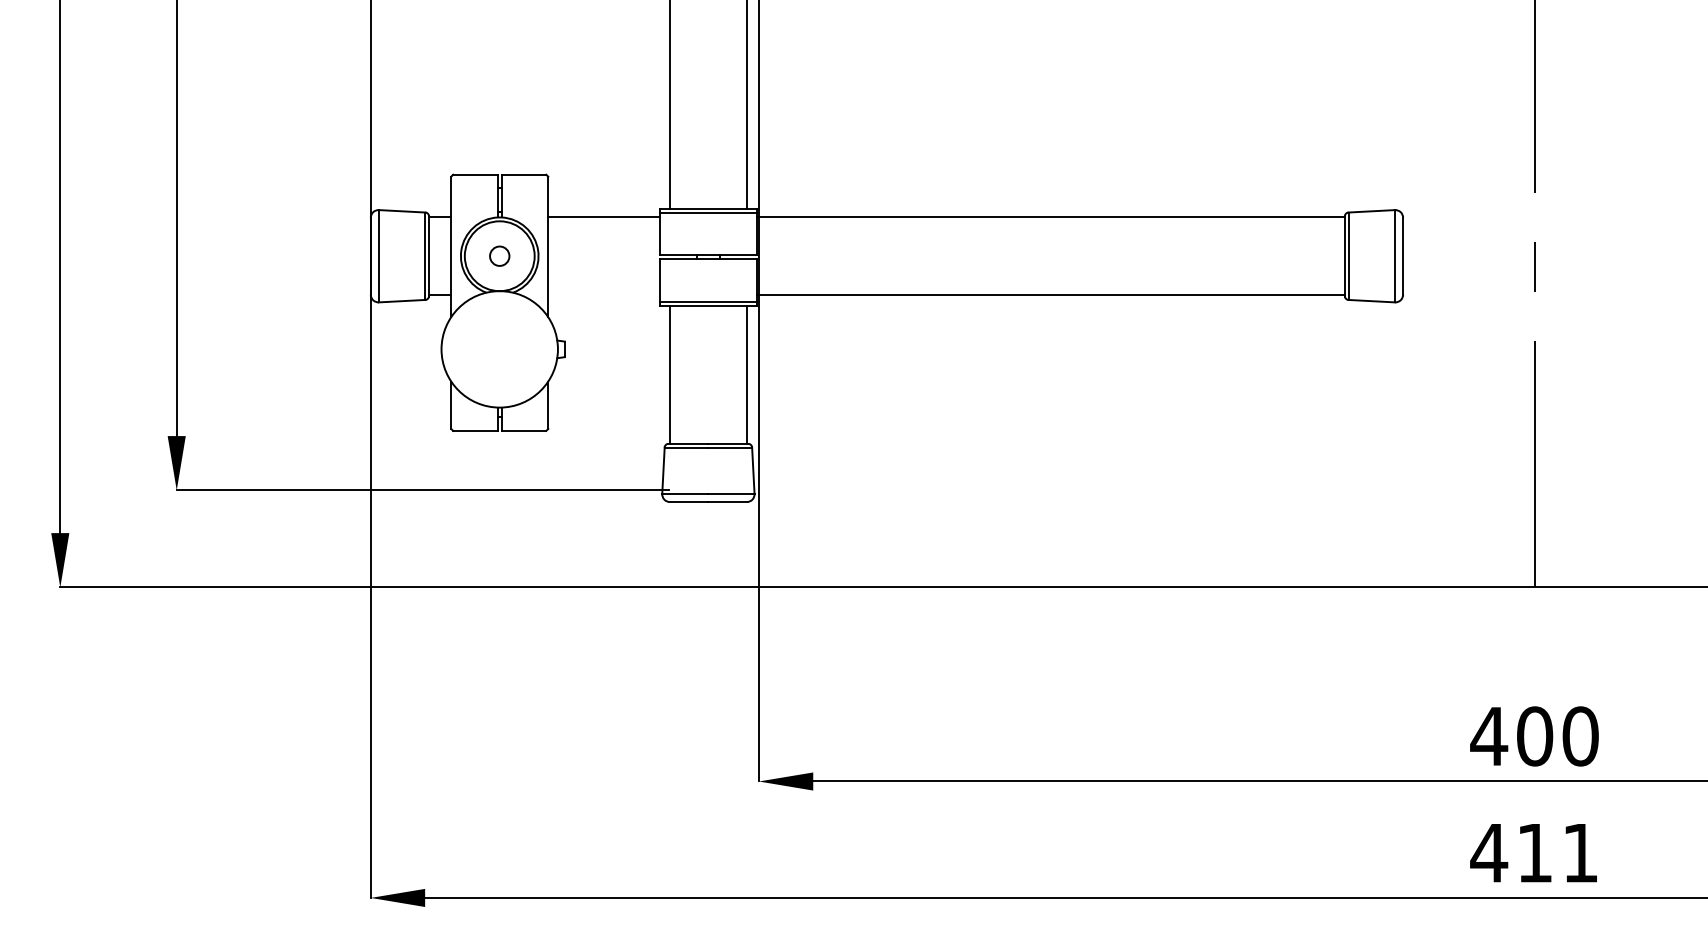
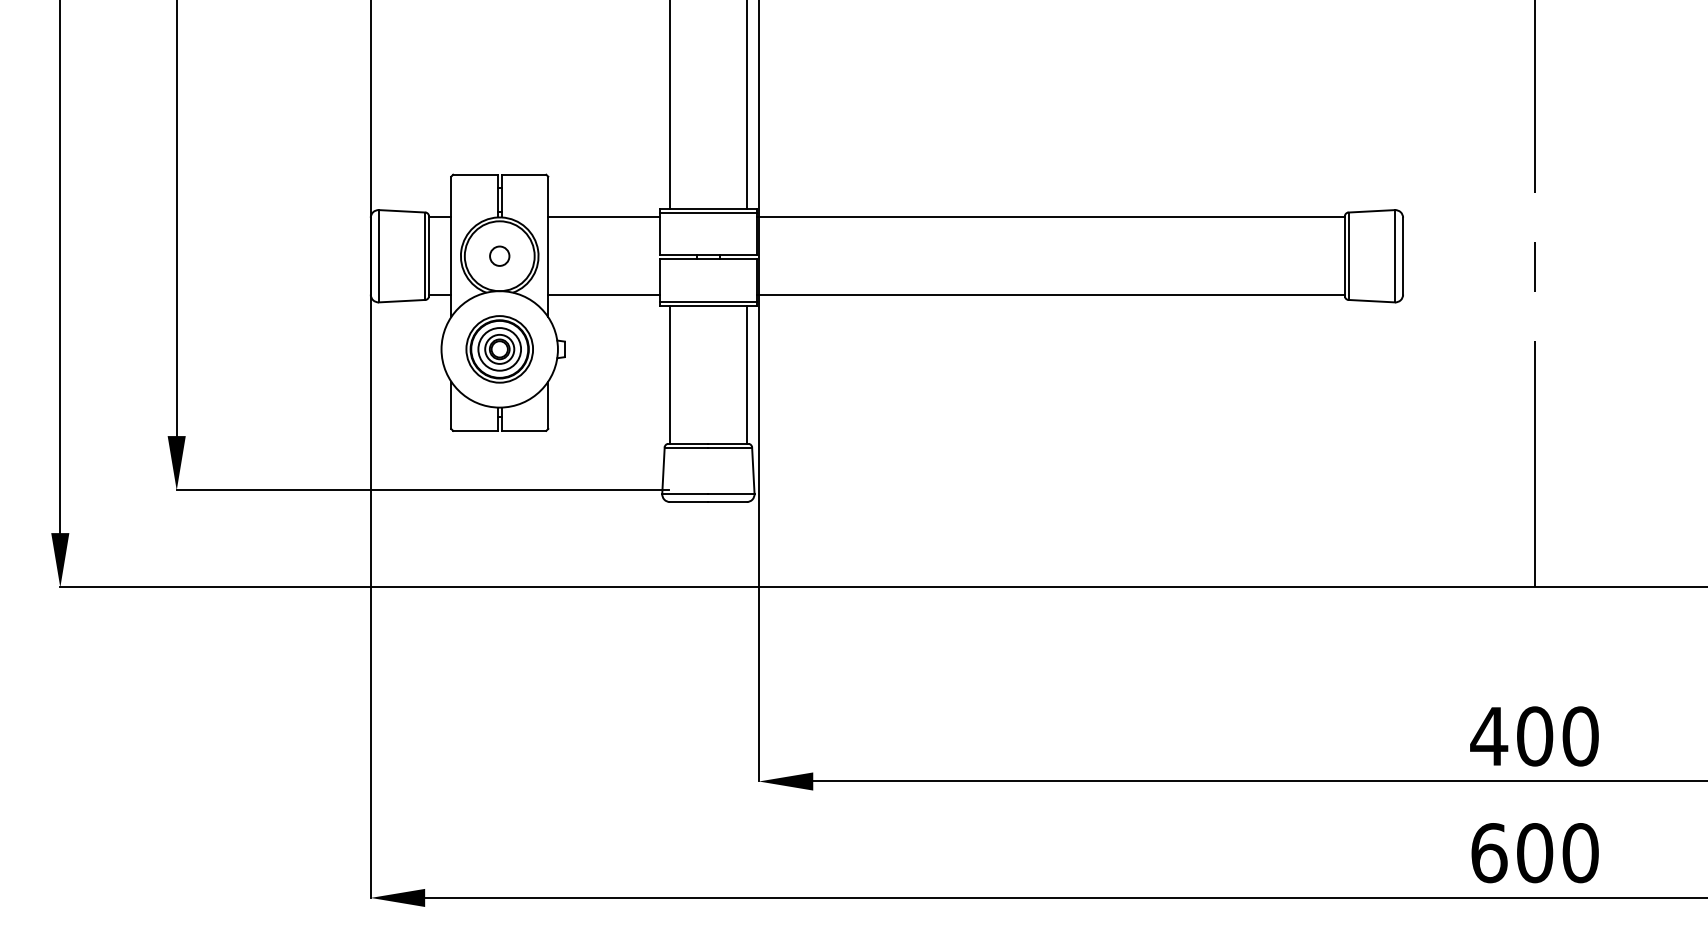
line at (603, 295): none -> present
part at (499, 349): none -> present
text at (1534, 853): 411 -> 600
